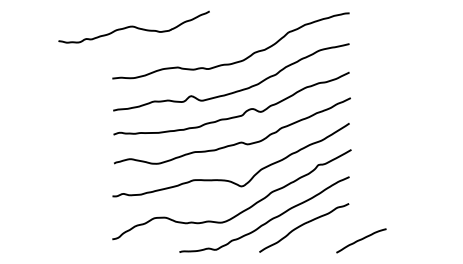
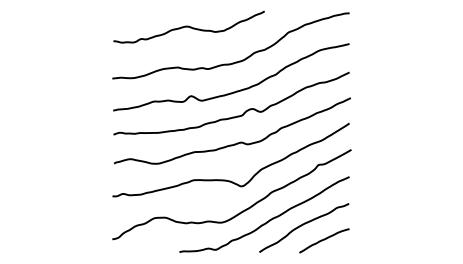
curve at (133, 26) position: (133, 26) -> (188, 26)
curve at (361, 240) position: (361, 240) -> (324, 240)
